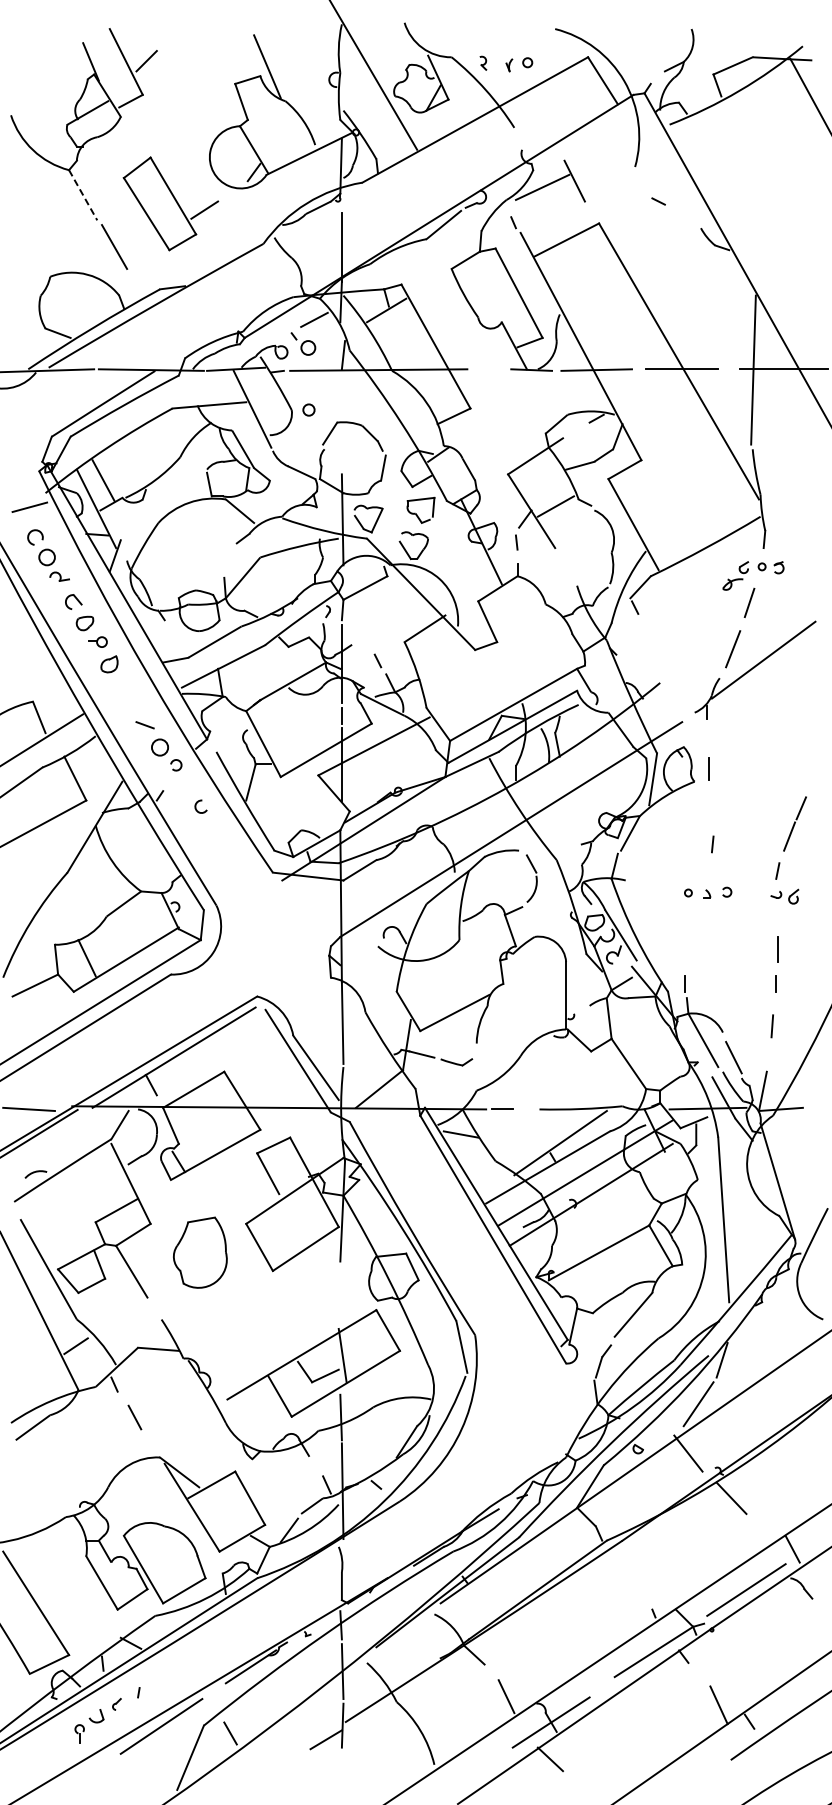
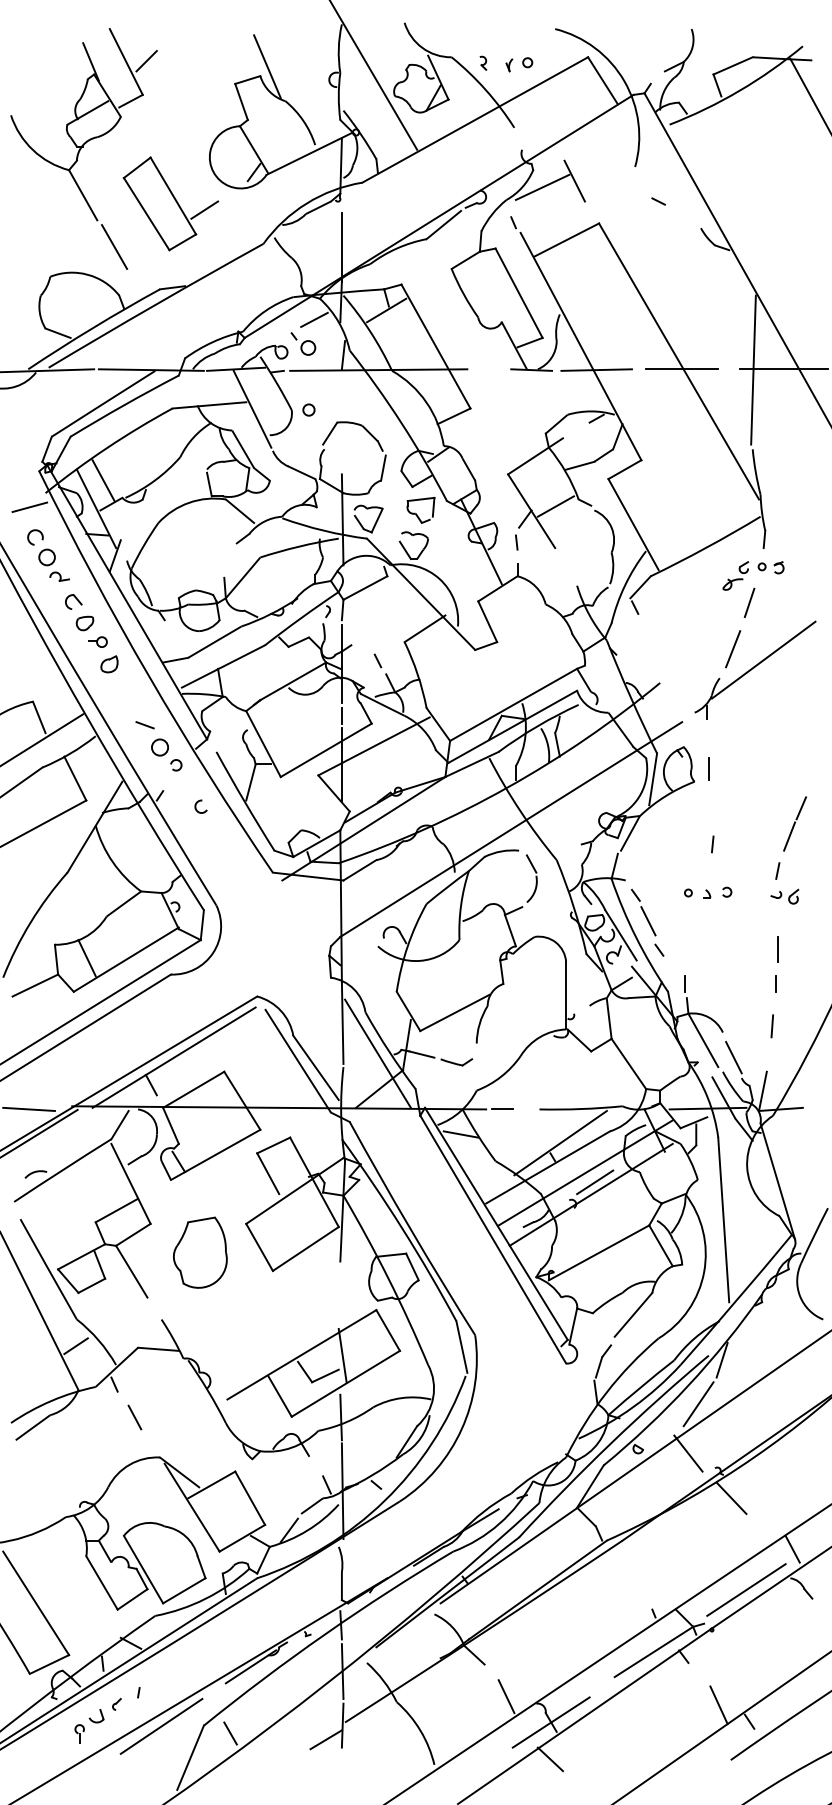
line at (83, 195): dashed -> solid
part at (647, 922): none -> present
line at (377, 1053): none -> present
line at (595, 1182): none -> present
